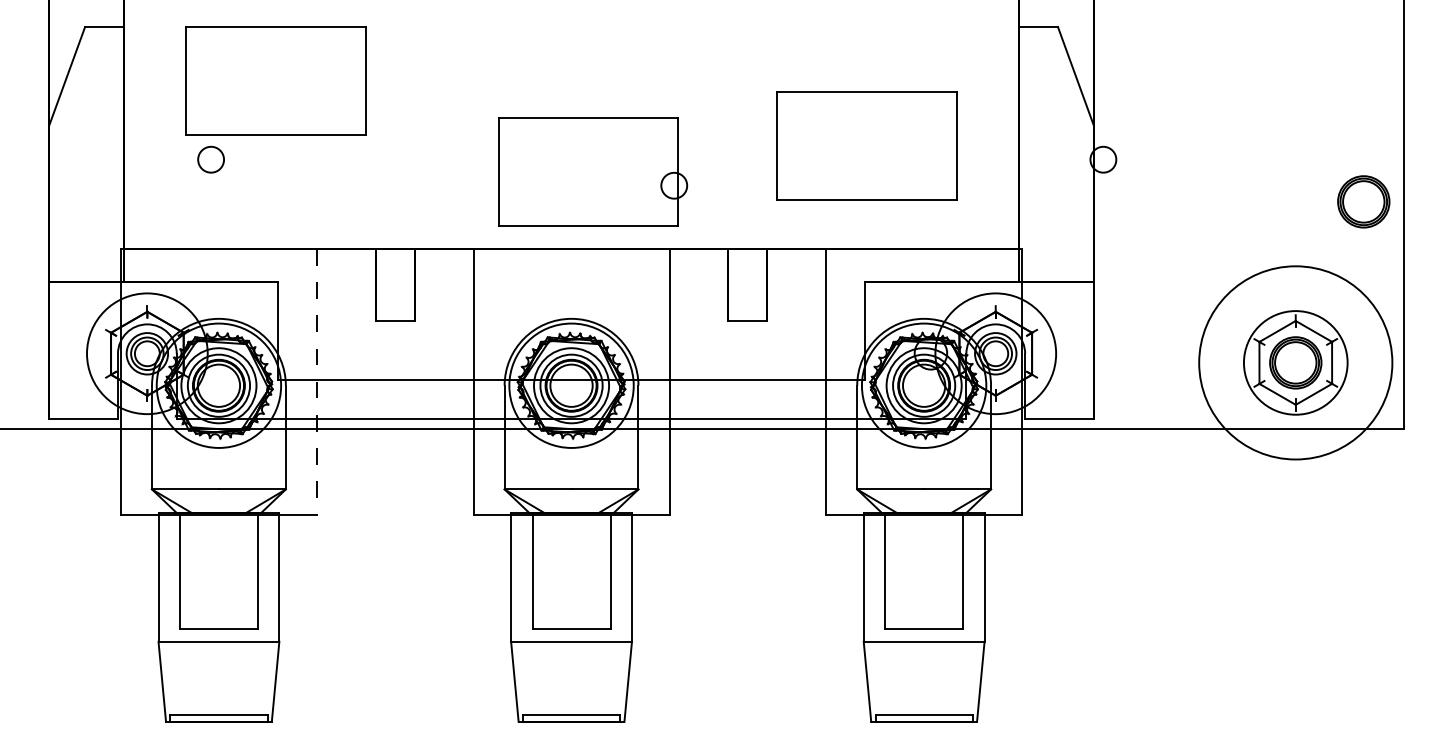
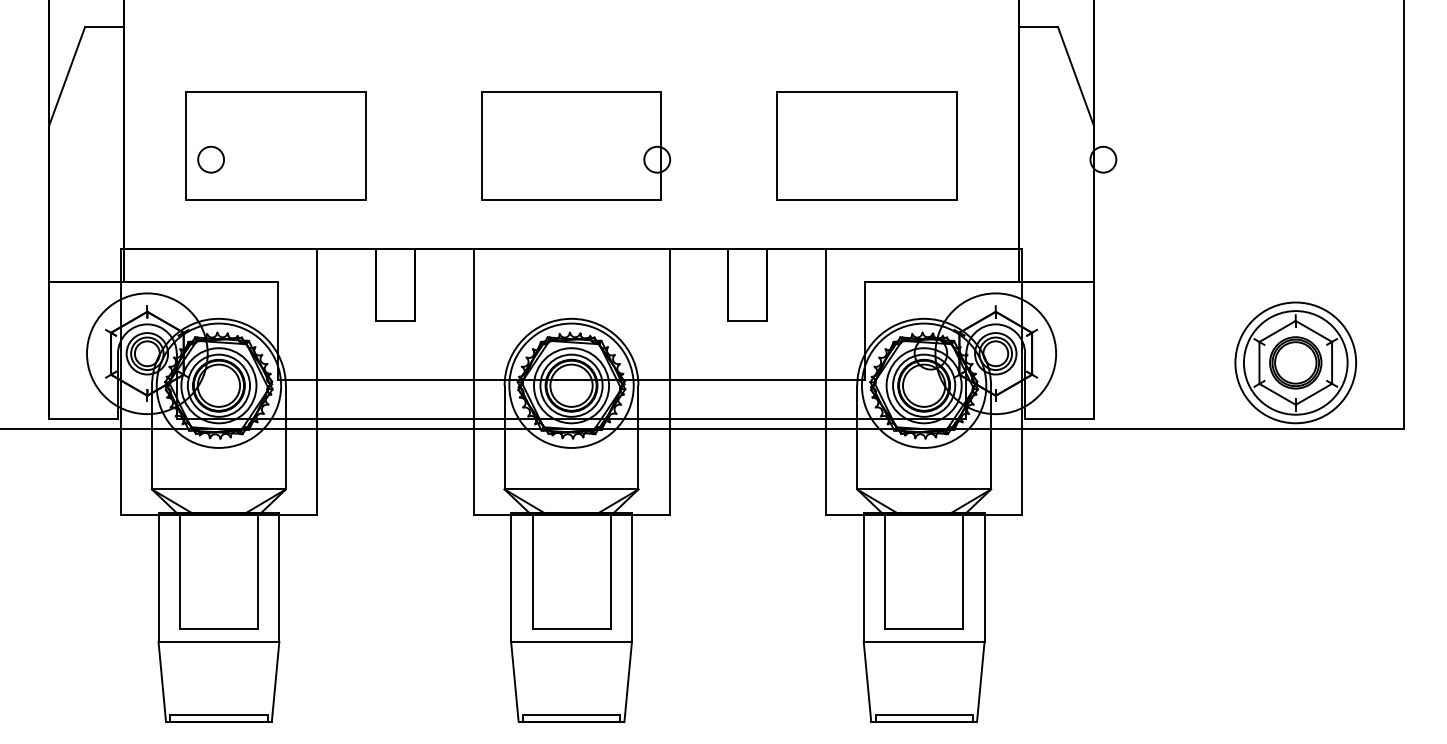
part at (275, 80) position: (275, 80) -> (275, 145)
part at (593, 171) position: (593, 171) -> (576, 145)
part at (1363, 201): present -> none
circle at (1295, 362) diameter: 193 px -> 121 px
line at (316, 382): dashed -> solid
